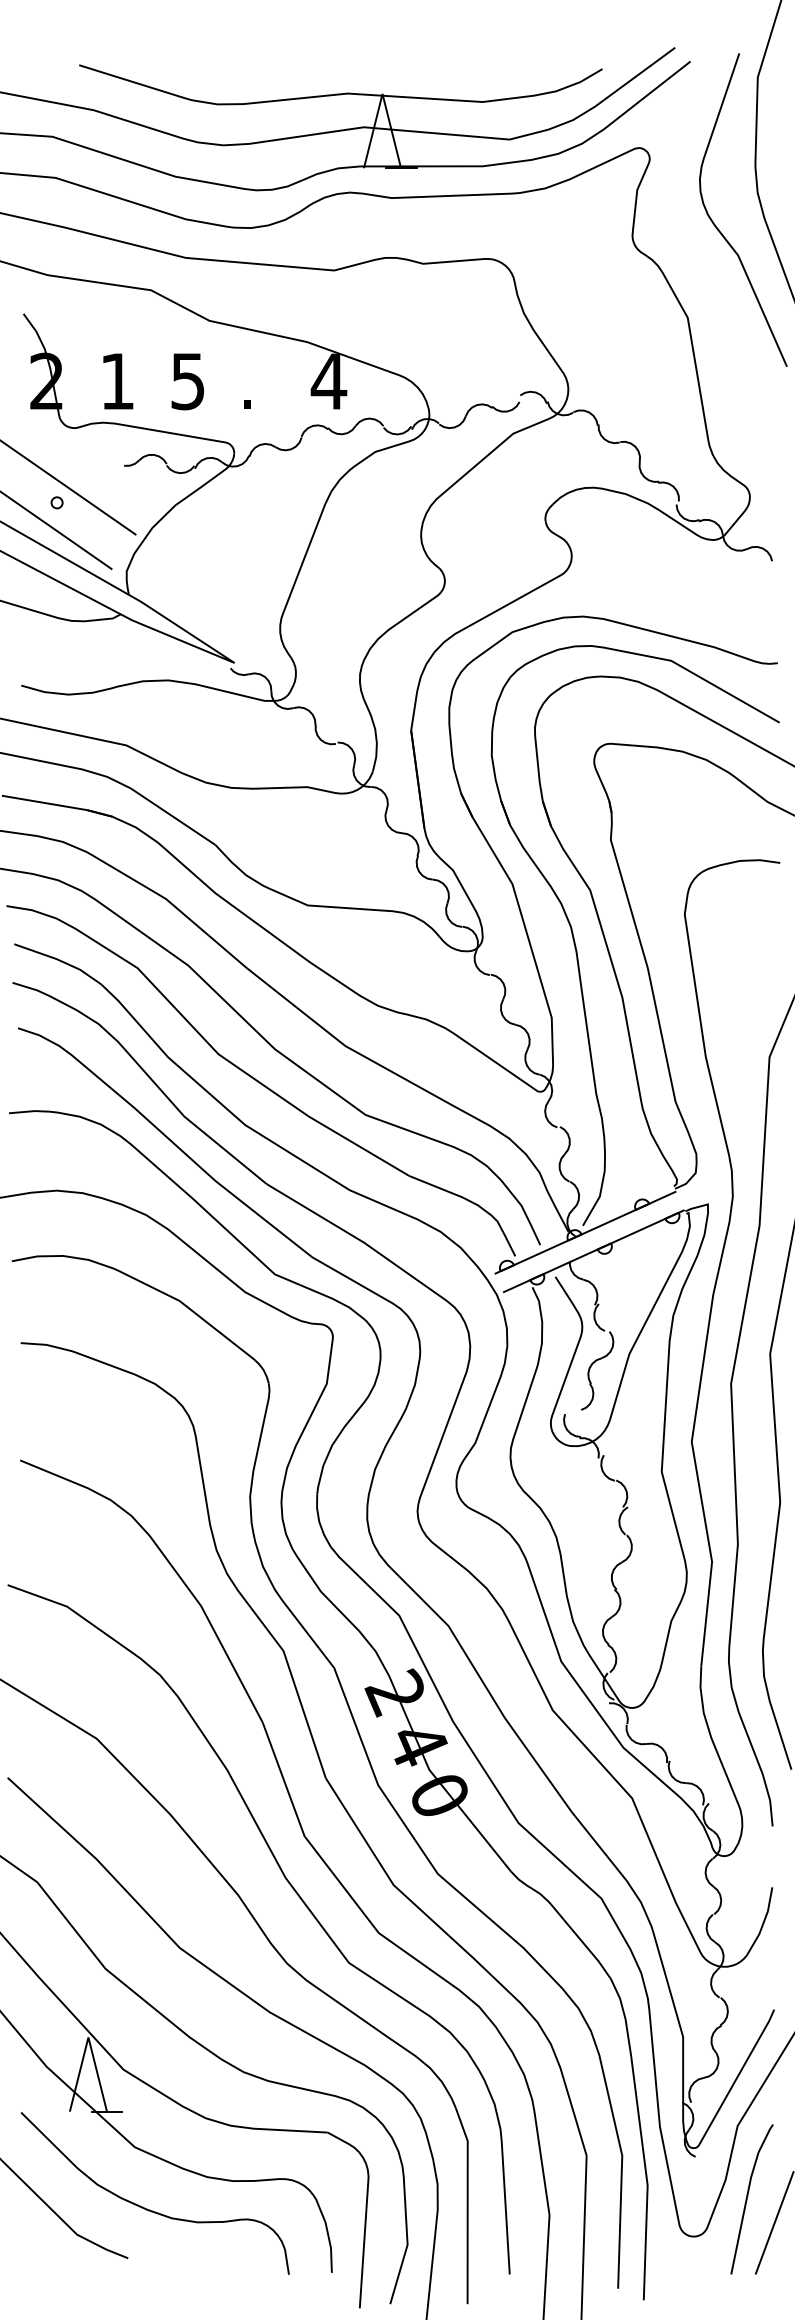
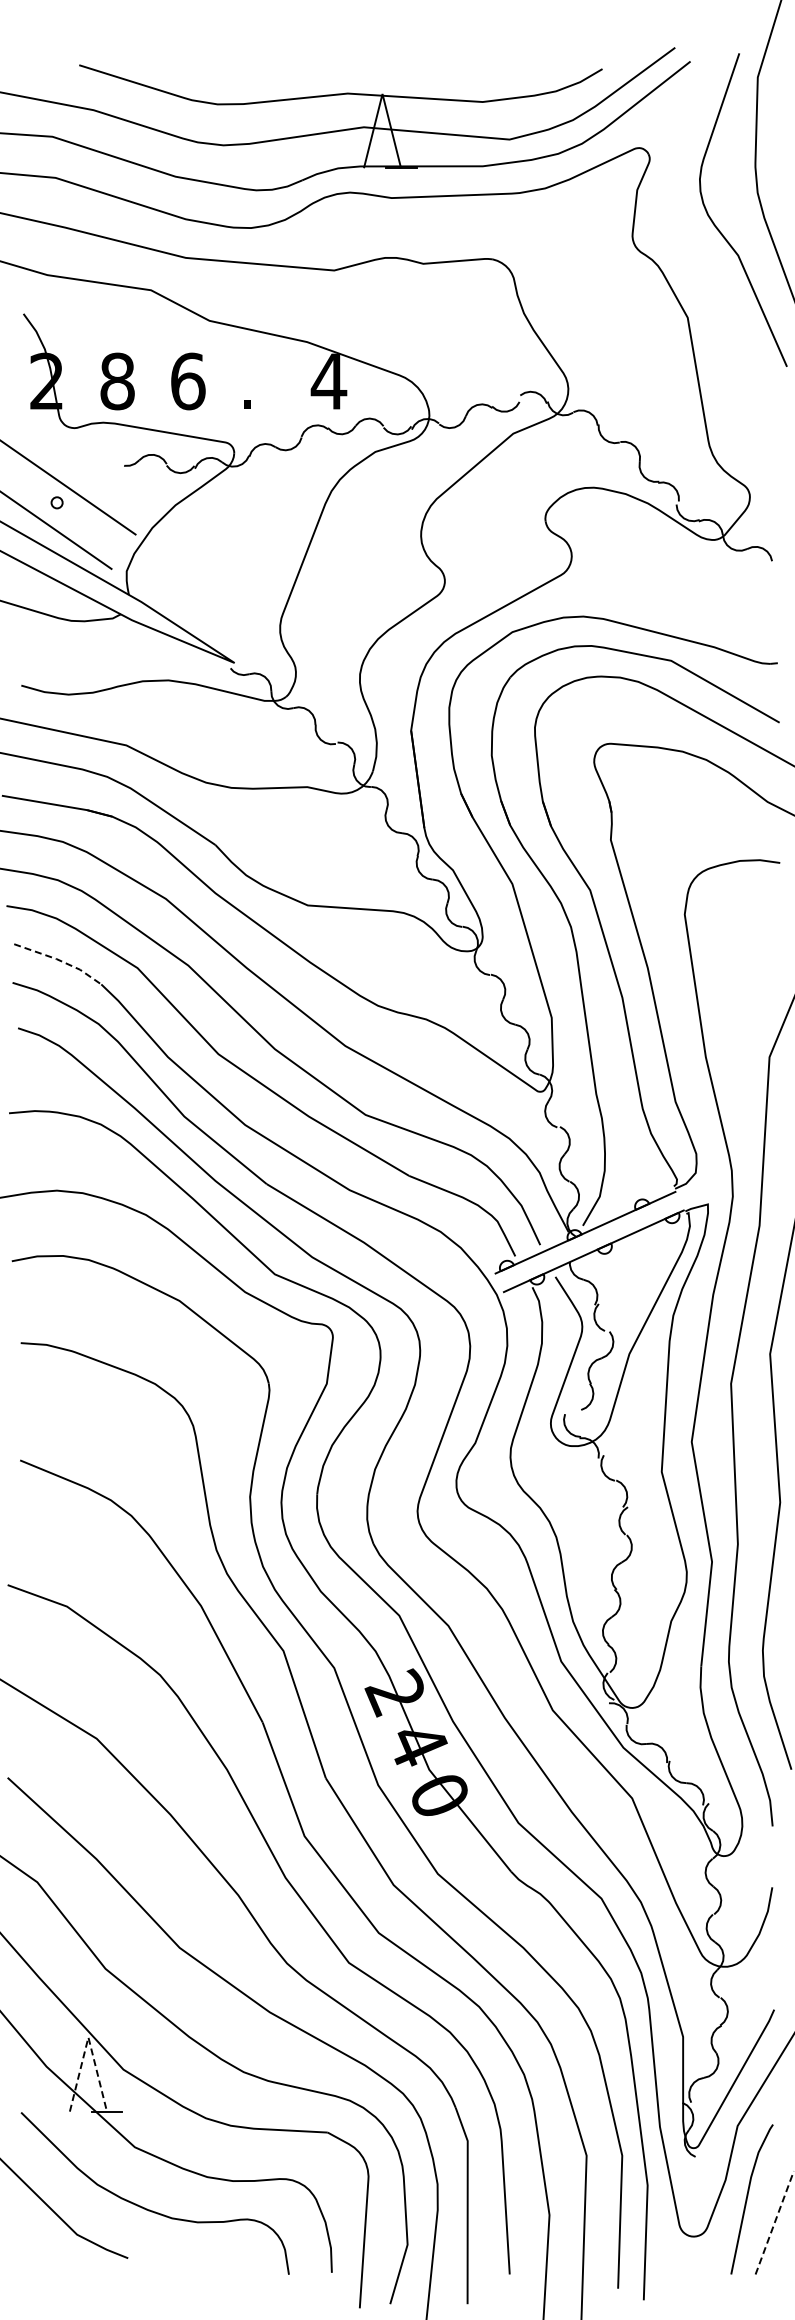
text at (117, 381): 1 -> 8
text at (188, 381): 5 -> 6
line at (60, 960): solid -> dashed
line at (88, 2037): solid -> dashed
line at (774, 2222): solid -> dashed
